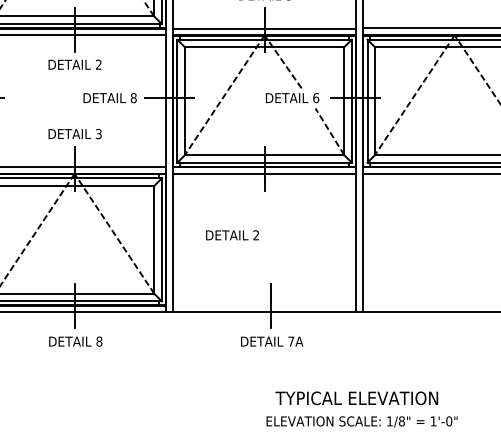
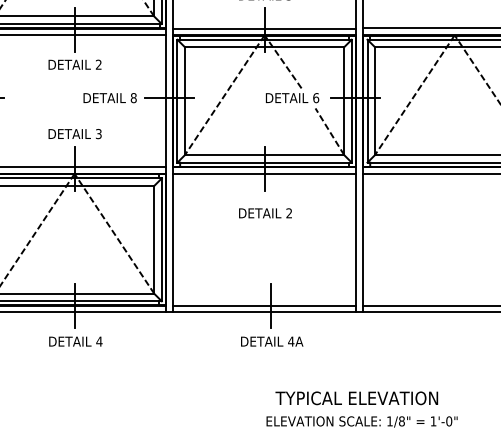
text at (232, 235) position: (232, 235) -> (265, 213)
line at (264, 305): none -> present
line at (430, 305): none -> present
text at (99, 341): 8 -> 4
text at (291, 341): 7A -> 4A
